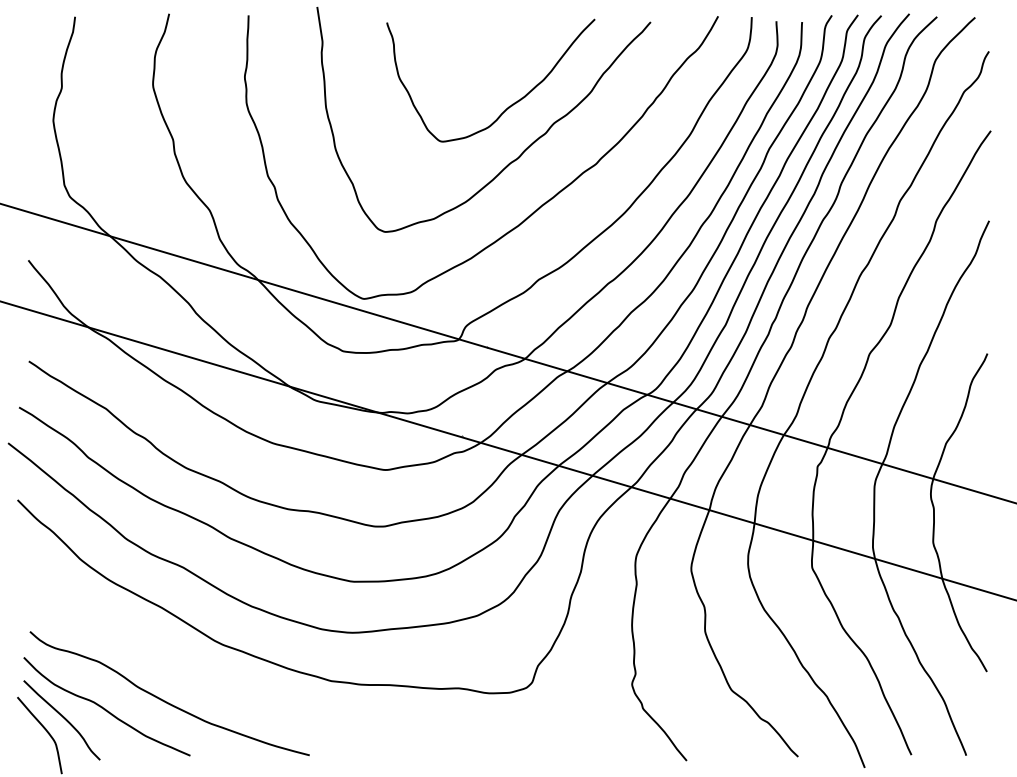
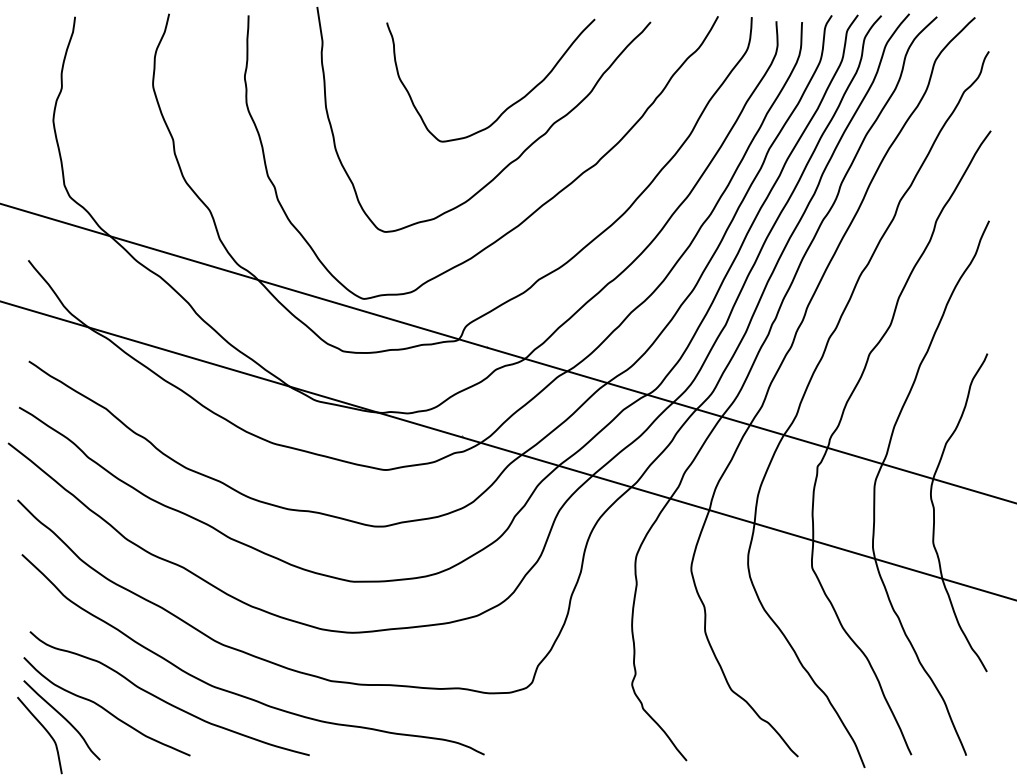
curve at (238, 693): none -> present
